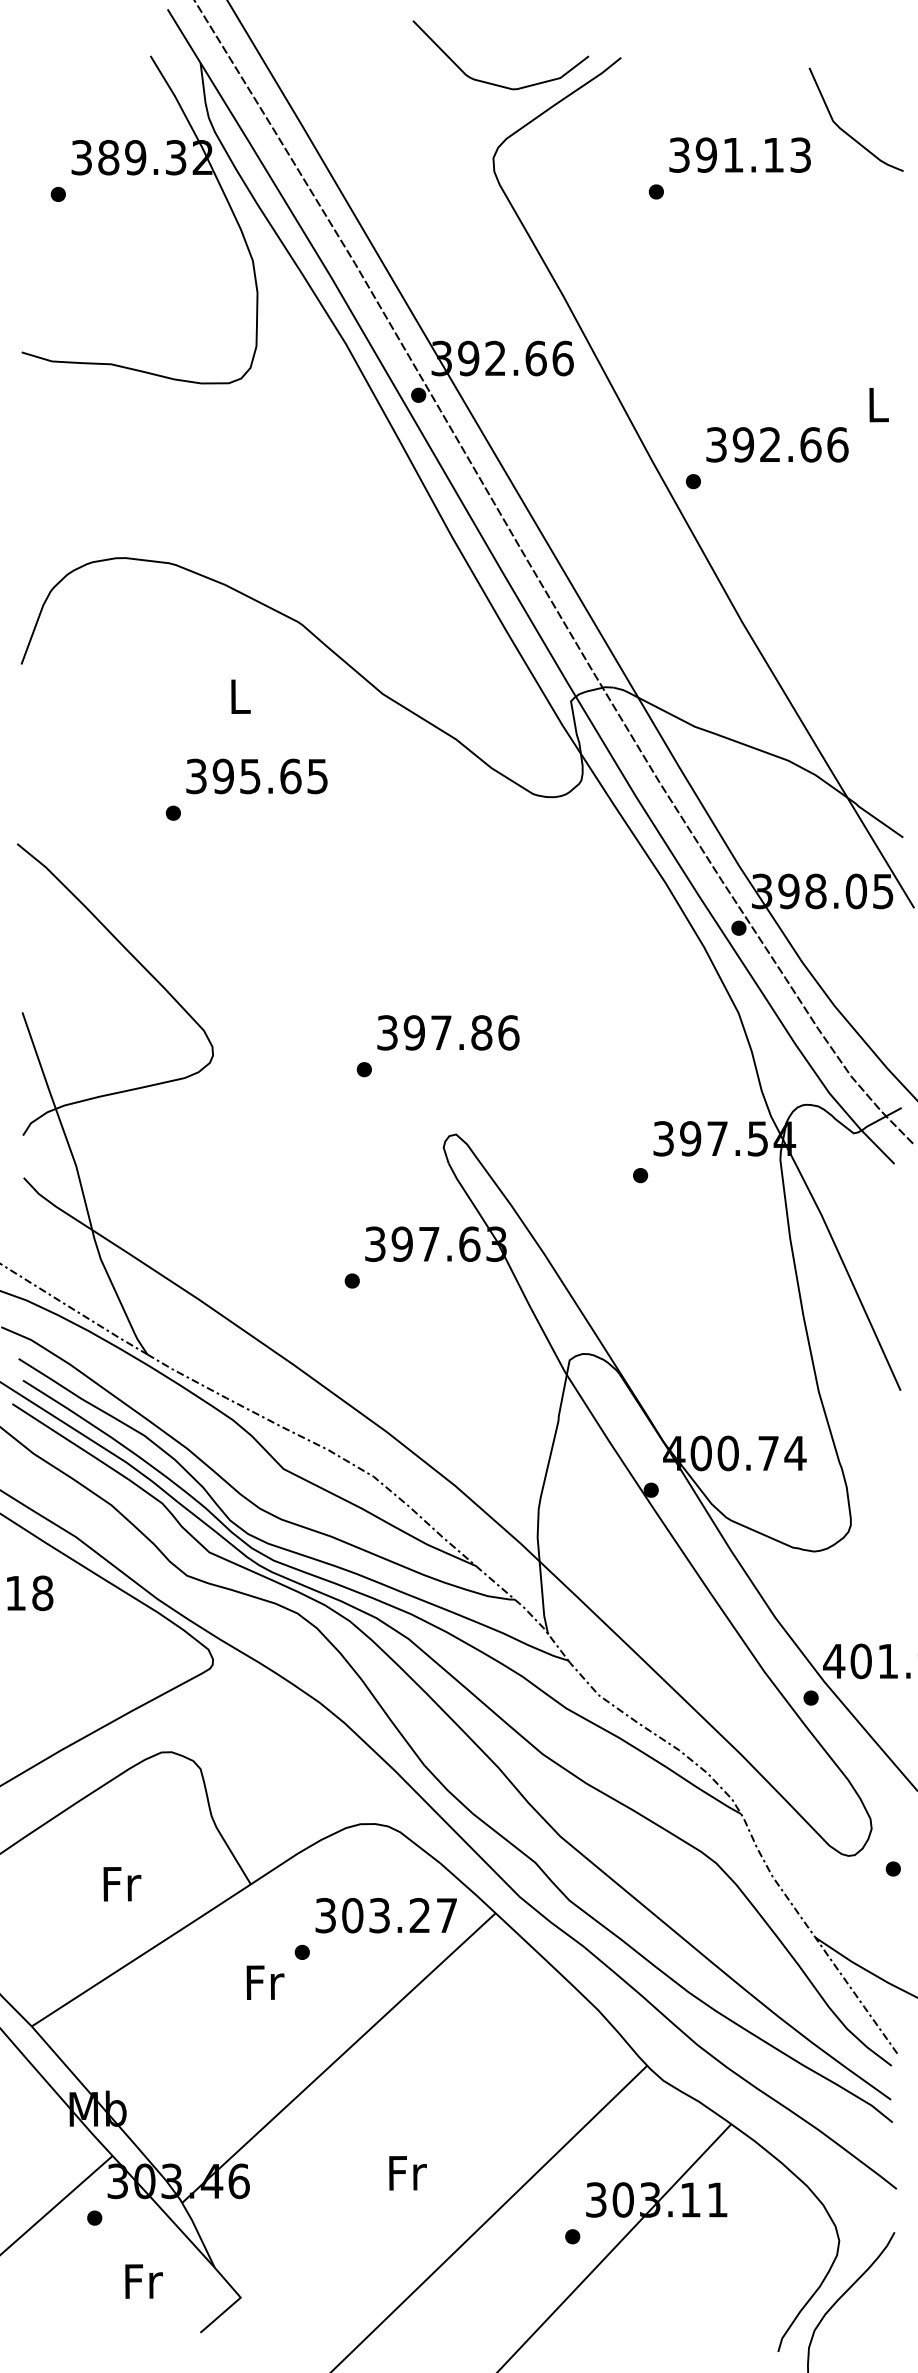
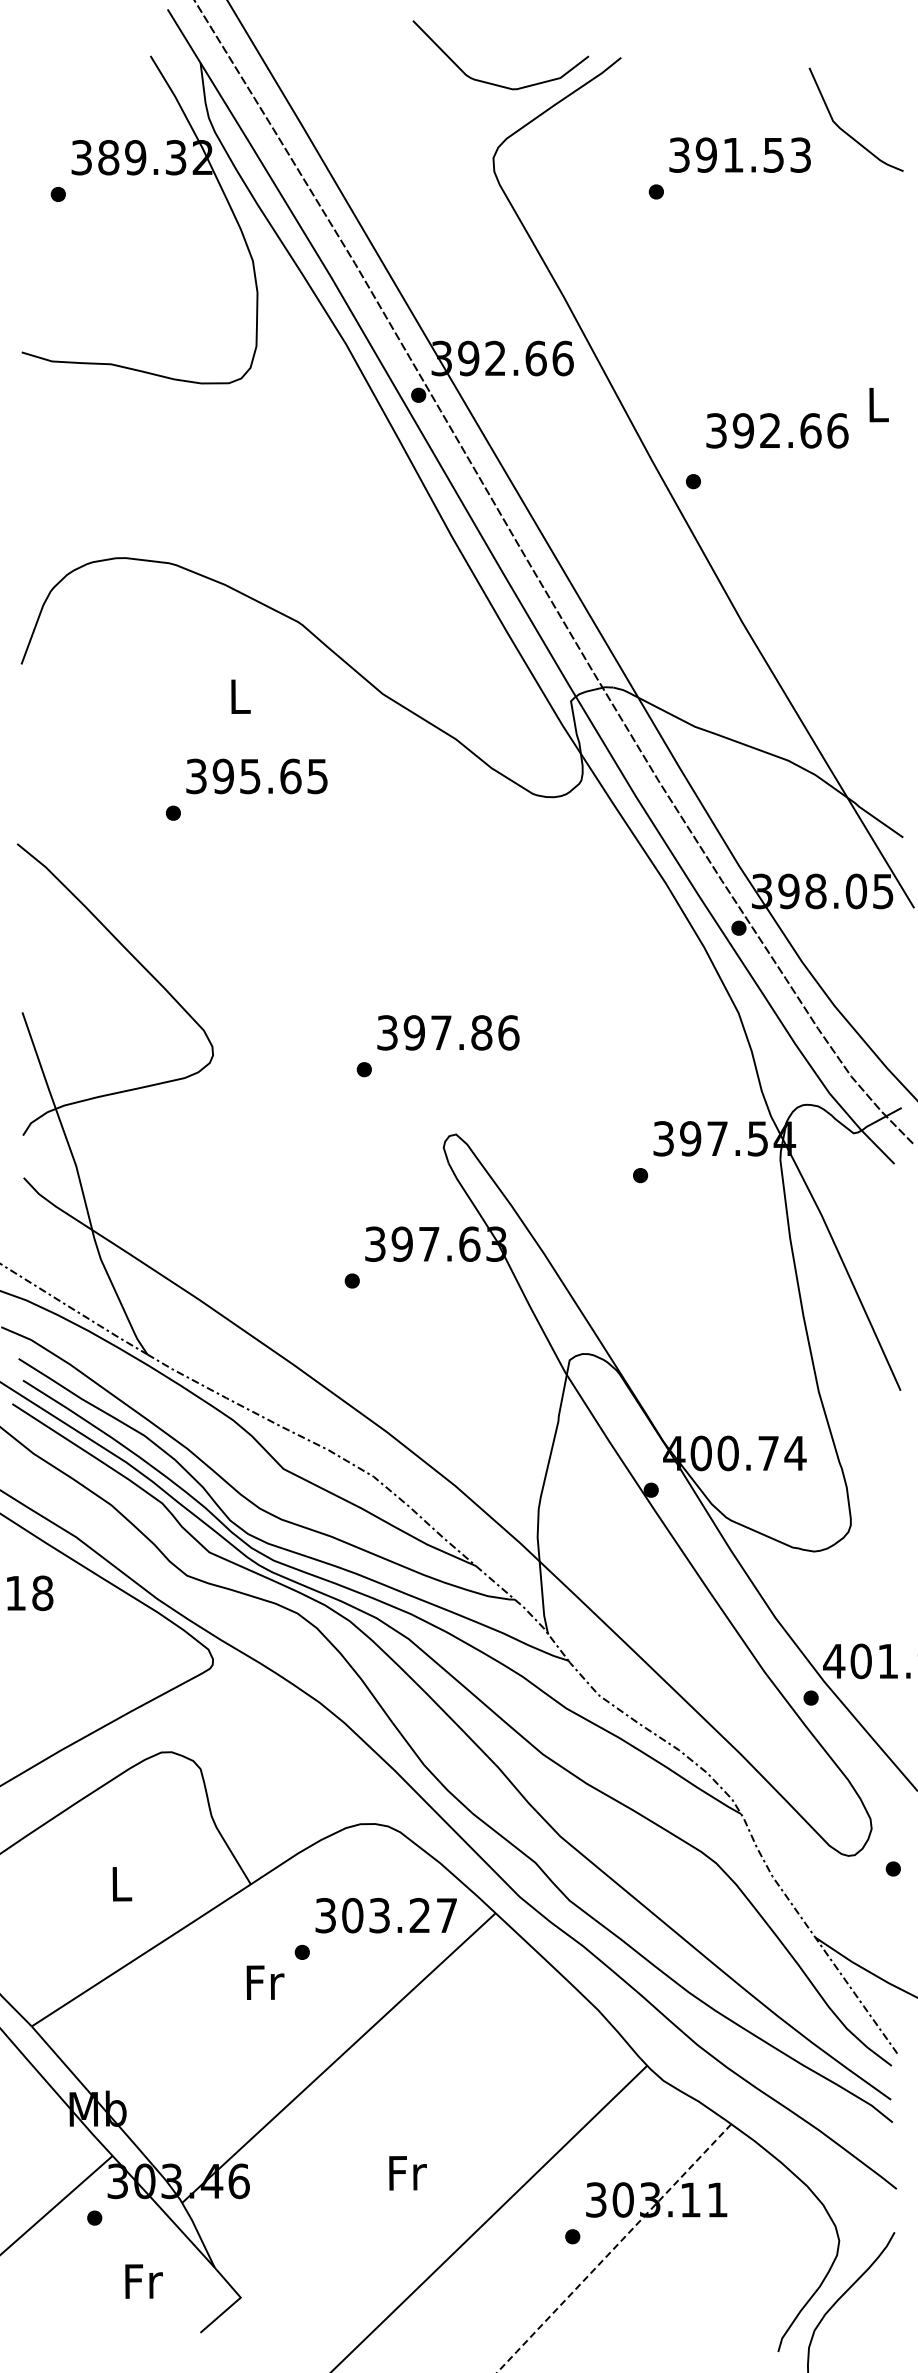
text at (773, 155): 391.13 -> 391.53
text at (777, 444) position: (777, 444) -> (777, 430)
text at (122, 1884): Fr -> L
line at (613, 2249): solid -> dashed
